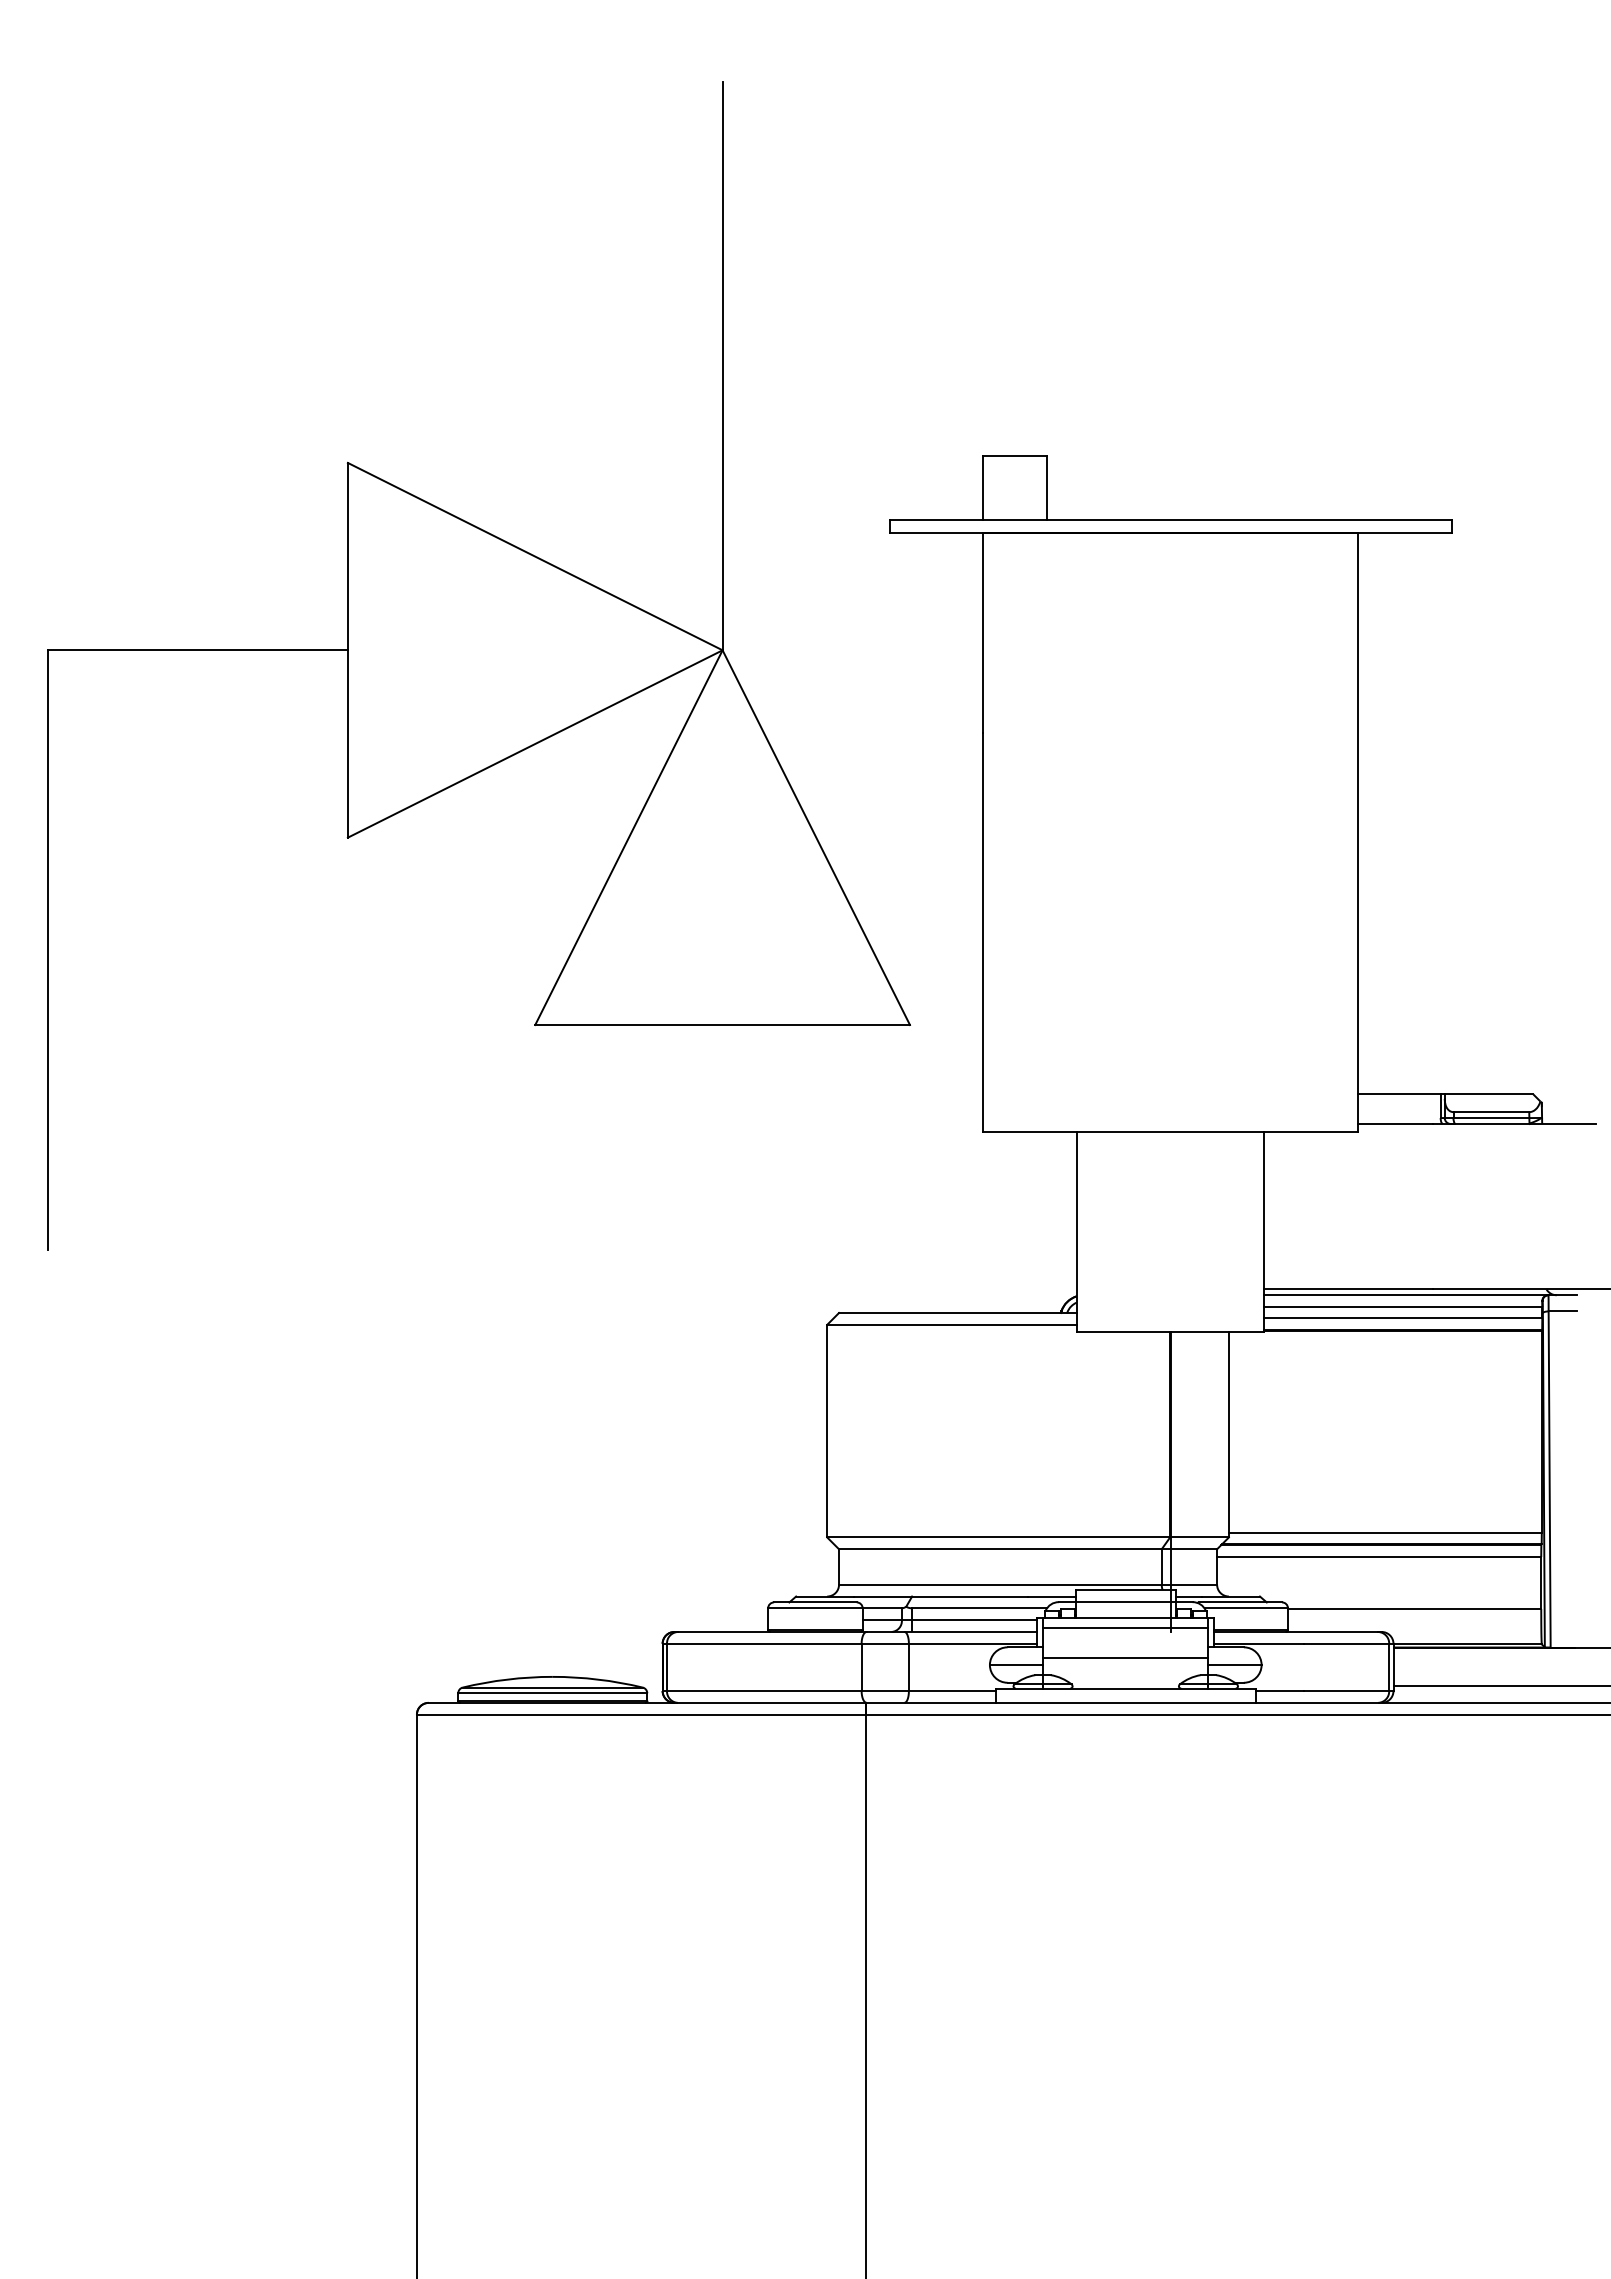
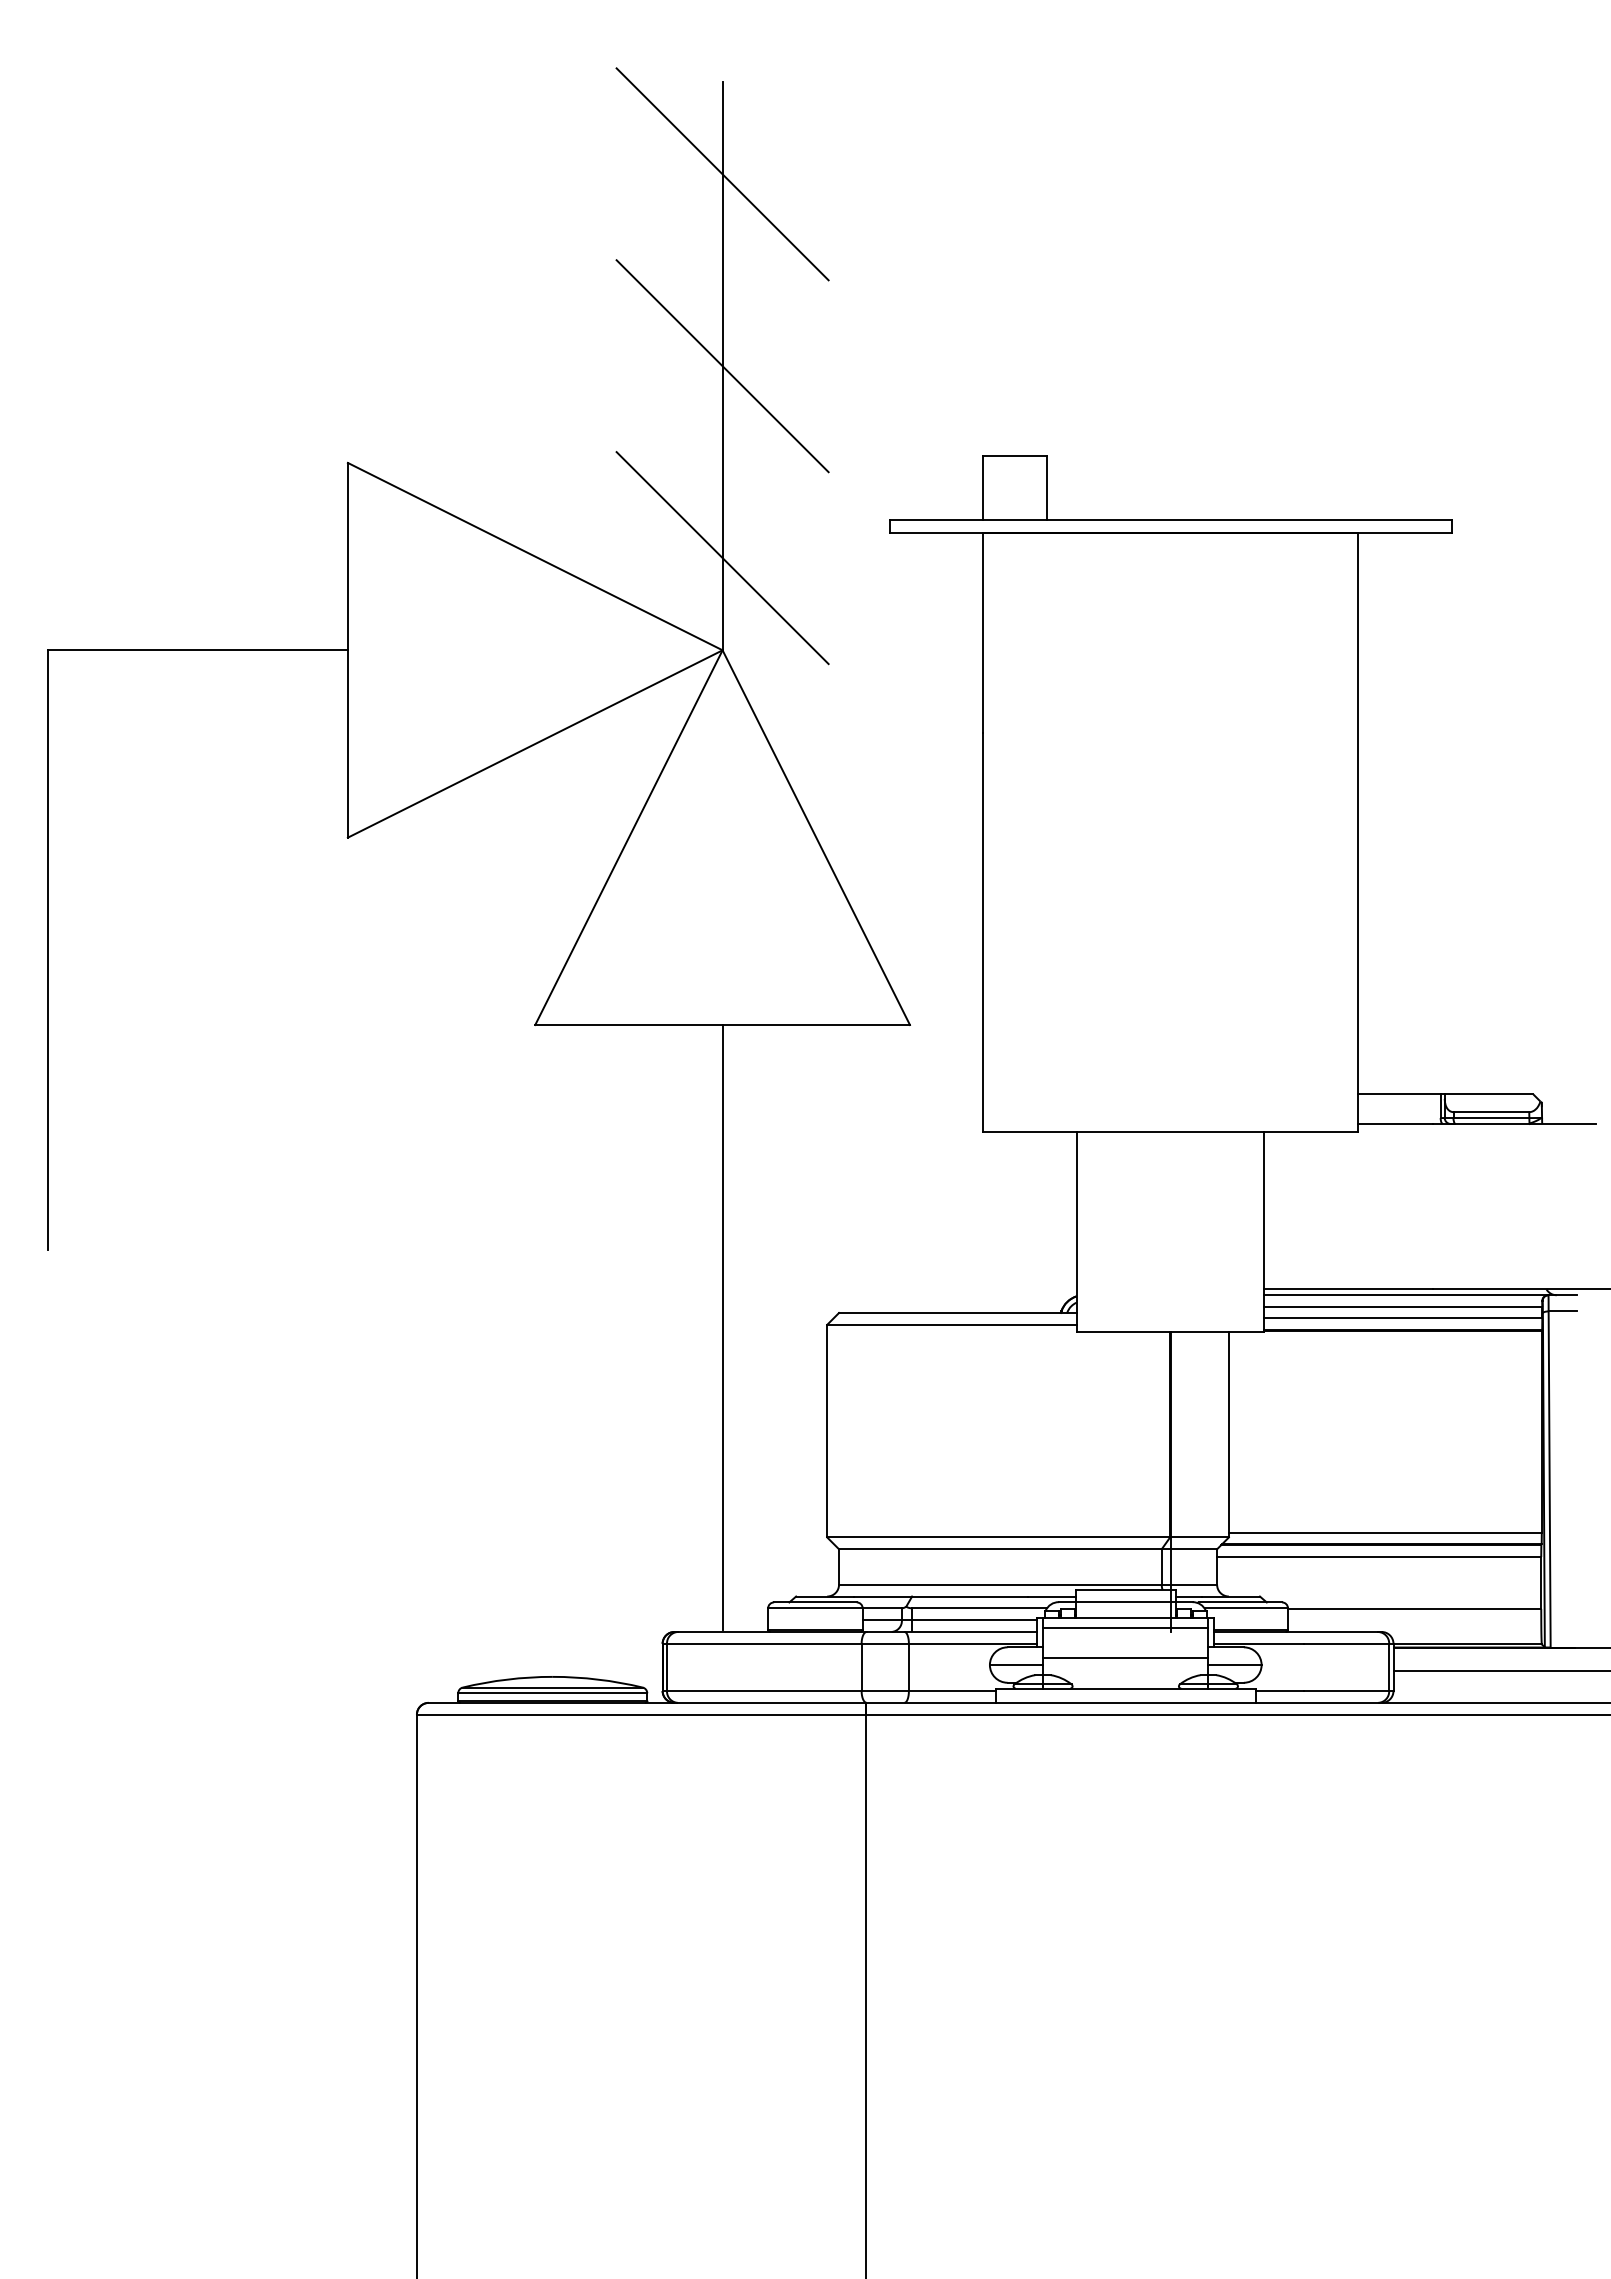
line at (722, 174): none -> present
line at (722, 366): none -> present
line at (722, 558): none -> present
line at (722, 1327): none -> present
line at (1500, 1686) position: (1500, 1686) -> (1500, 1671)
